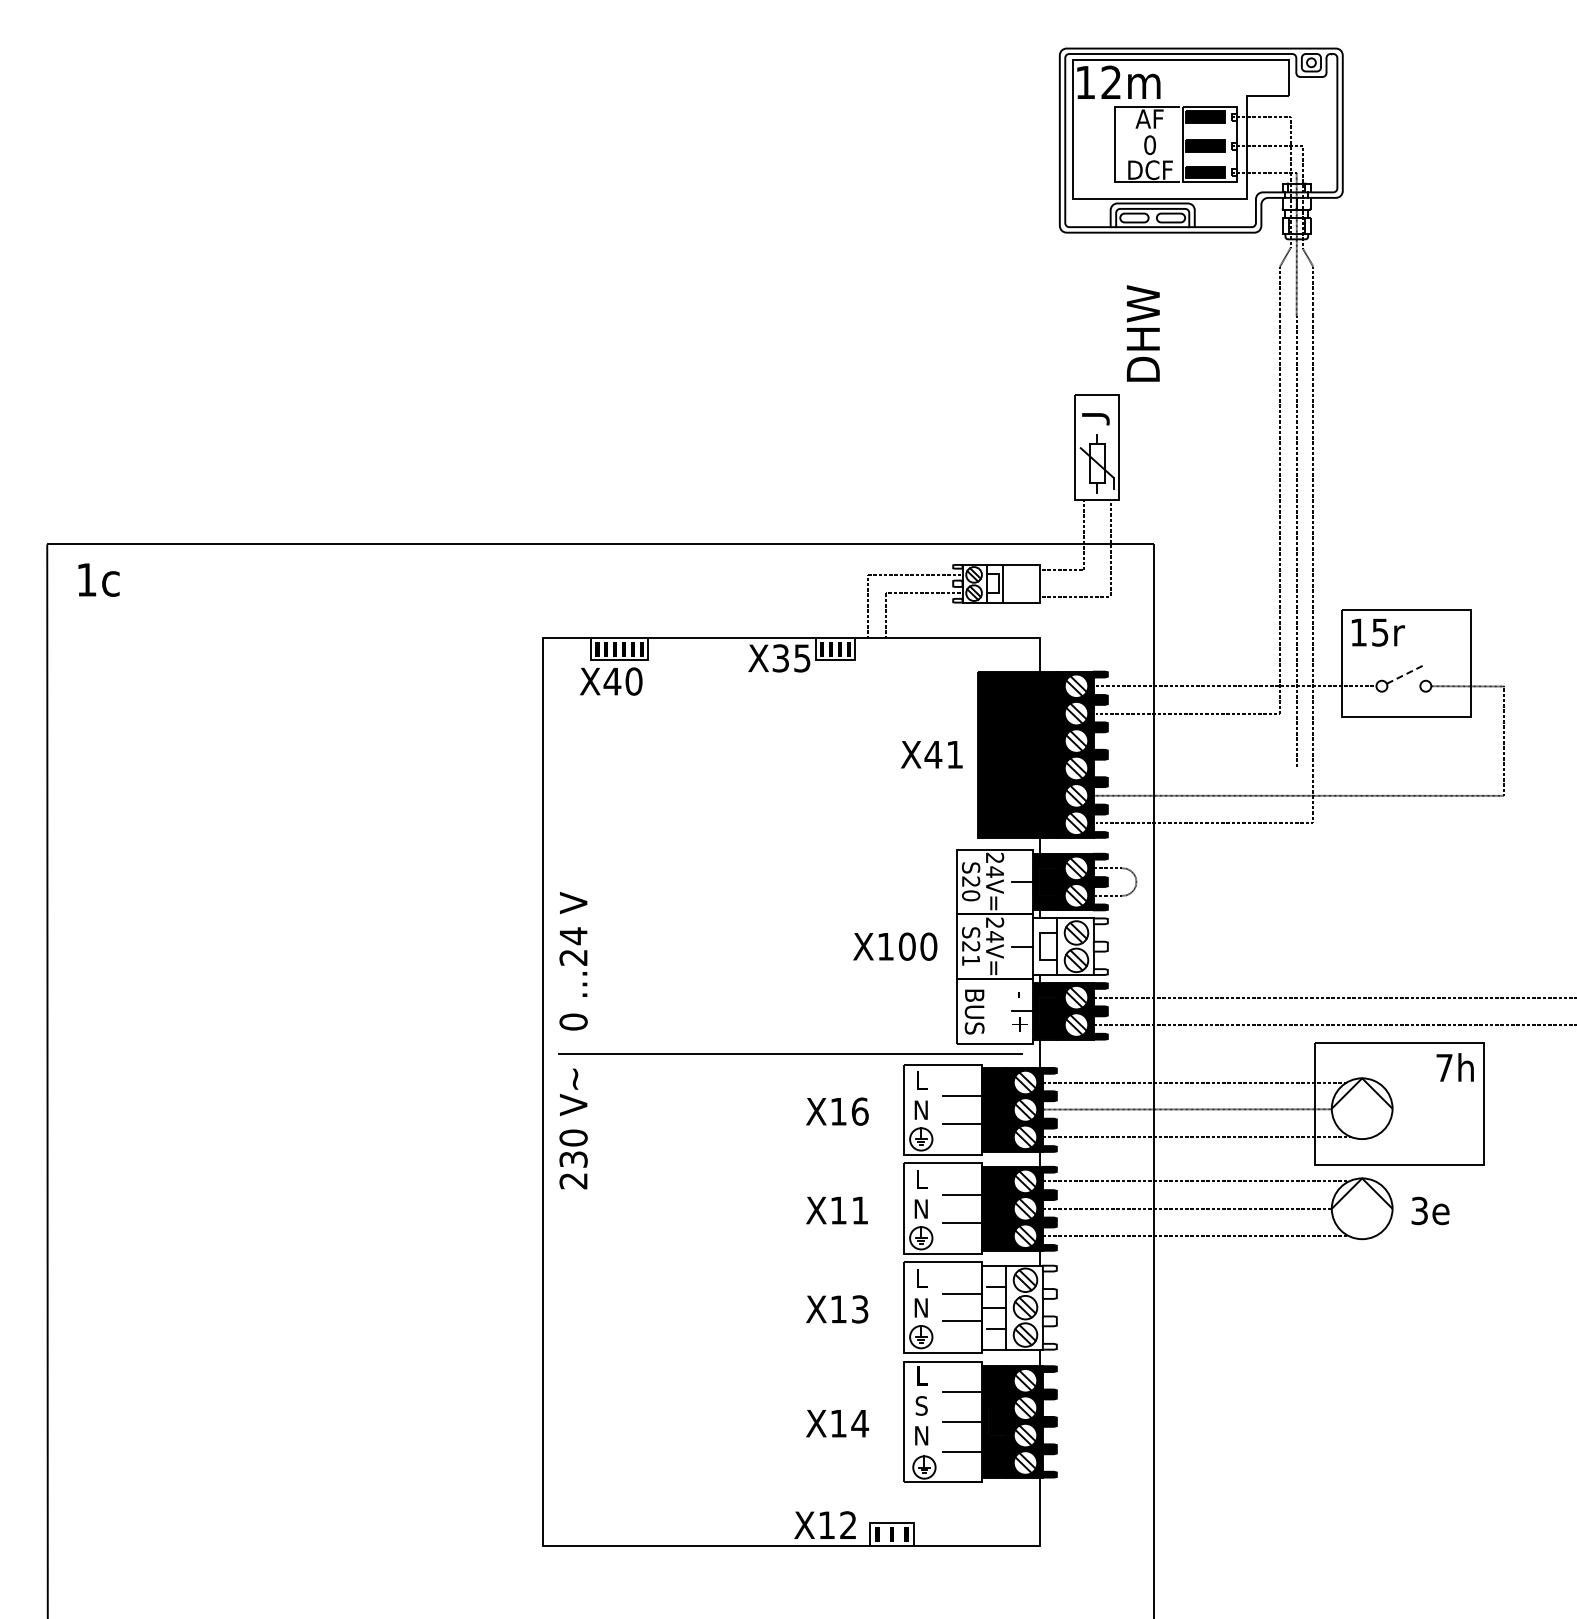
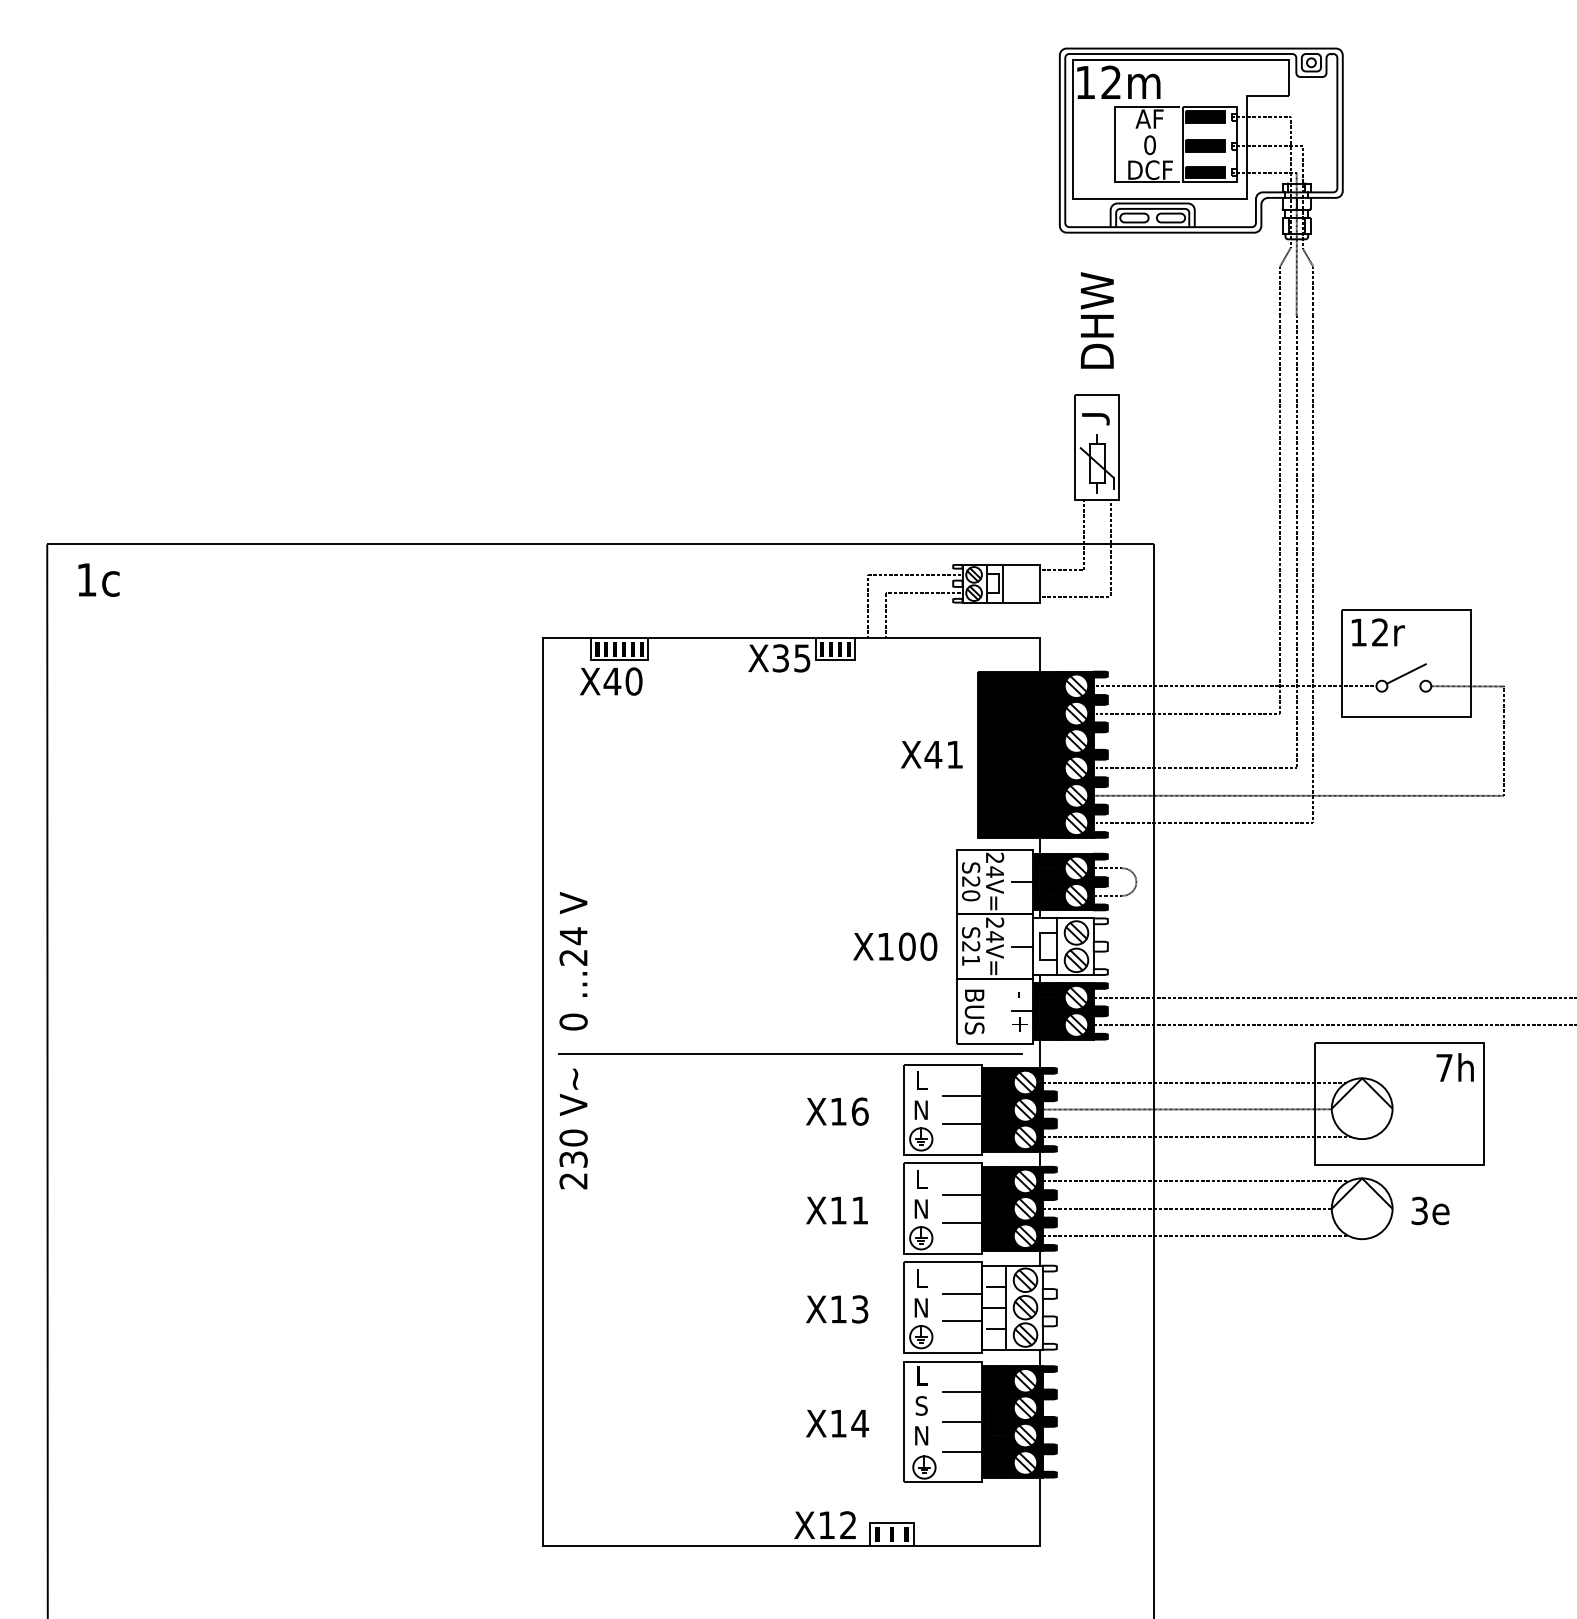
text at (1143, 333) position: (1143, 333) -> (1097, 320)
text at (1380, 632): 15r -> 12r
line at (1406, 674): dashed -> solid
line at (1196, 768): none -> present
